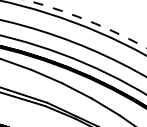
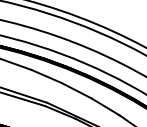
arc at (87, 20): dashed -> solid
